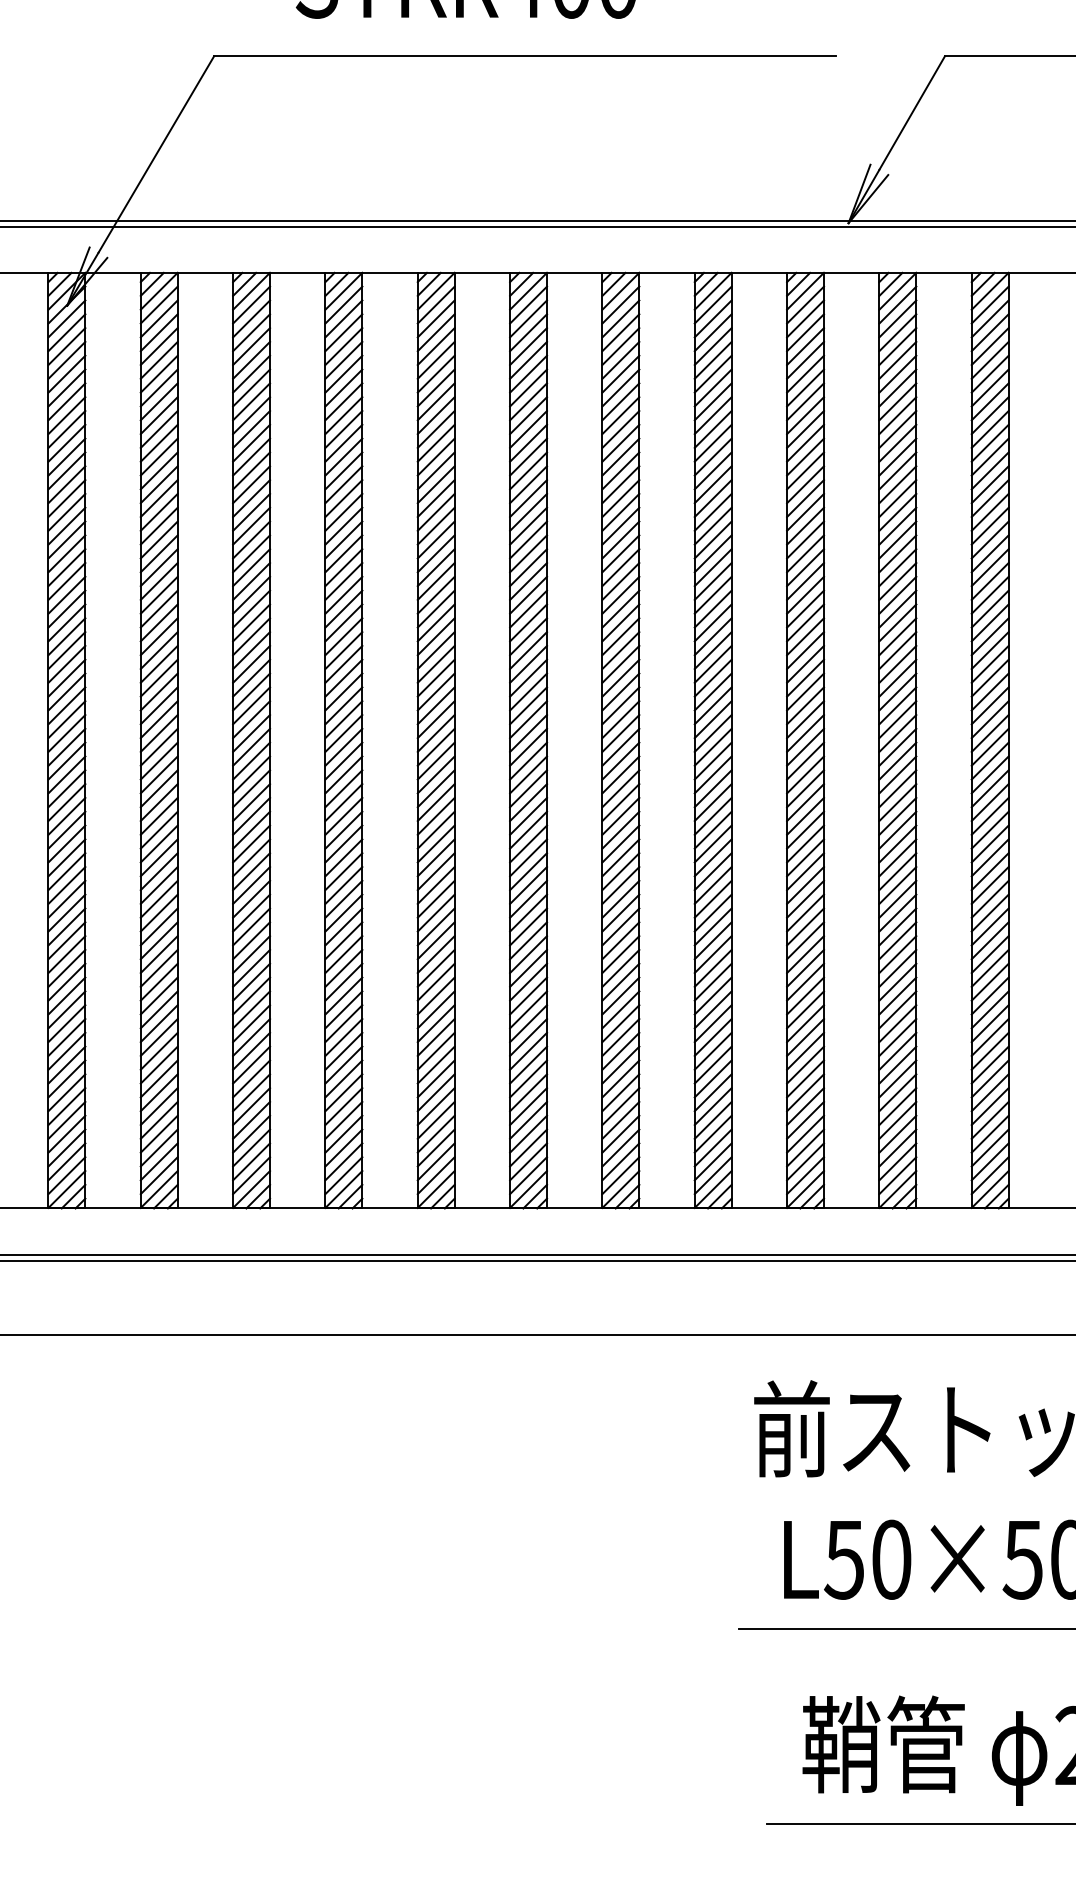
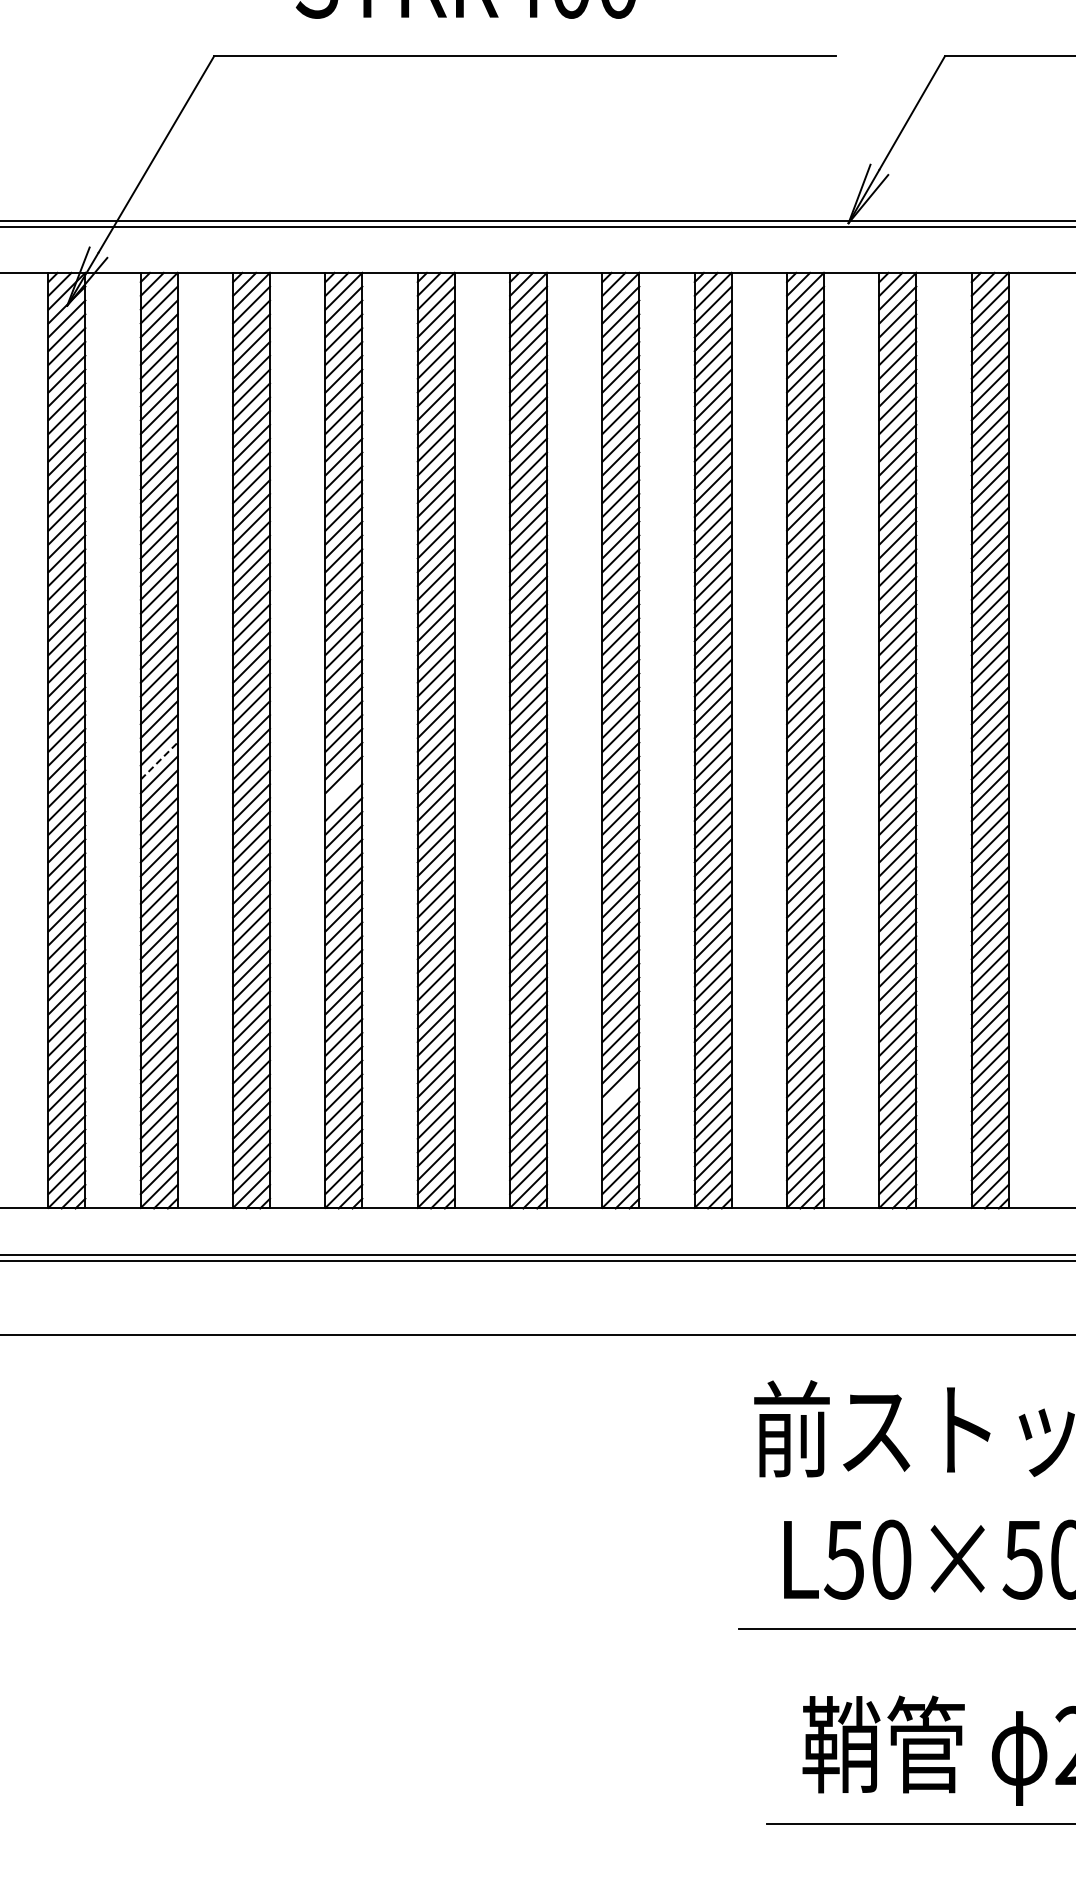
line at (159, 760): solid -> dashed
line at (343, 788): present -> none
line at (620, 1092): present -> none
